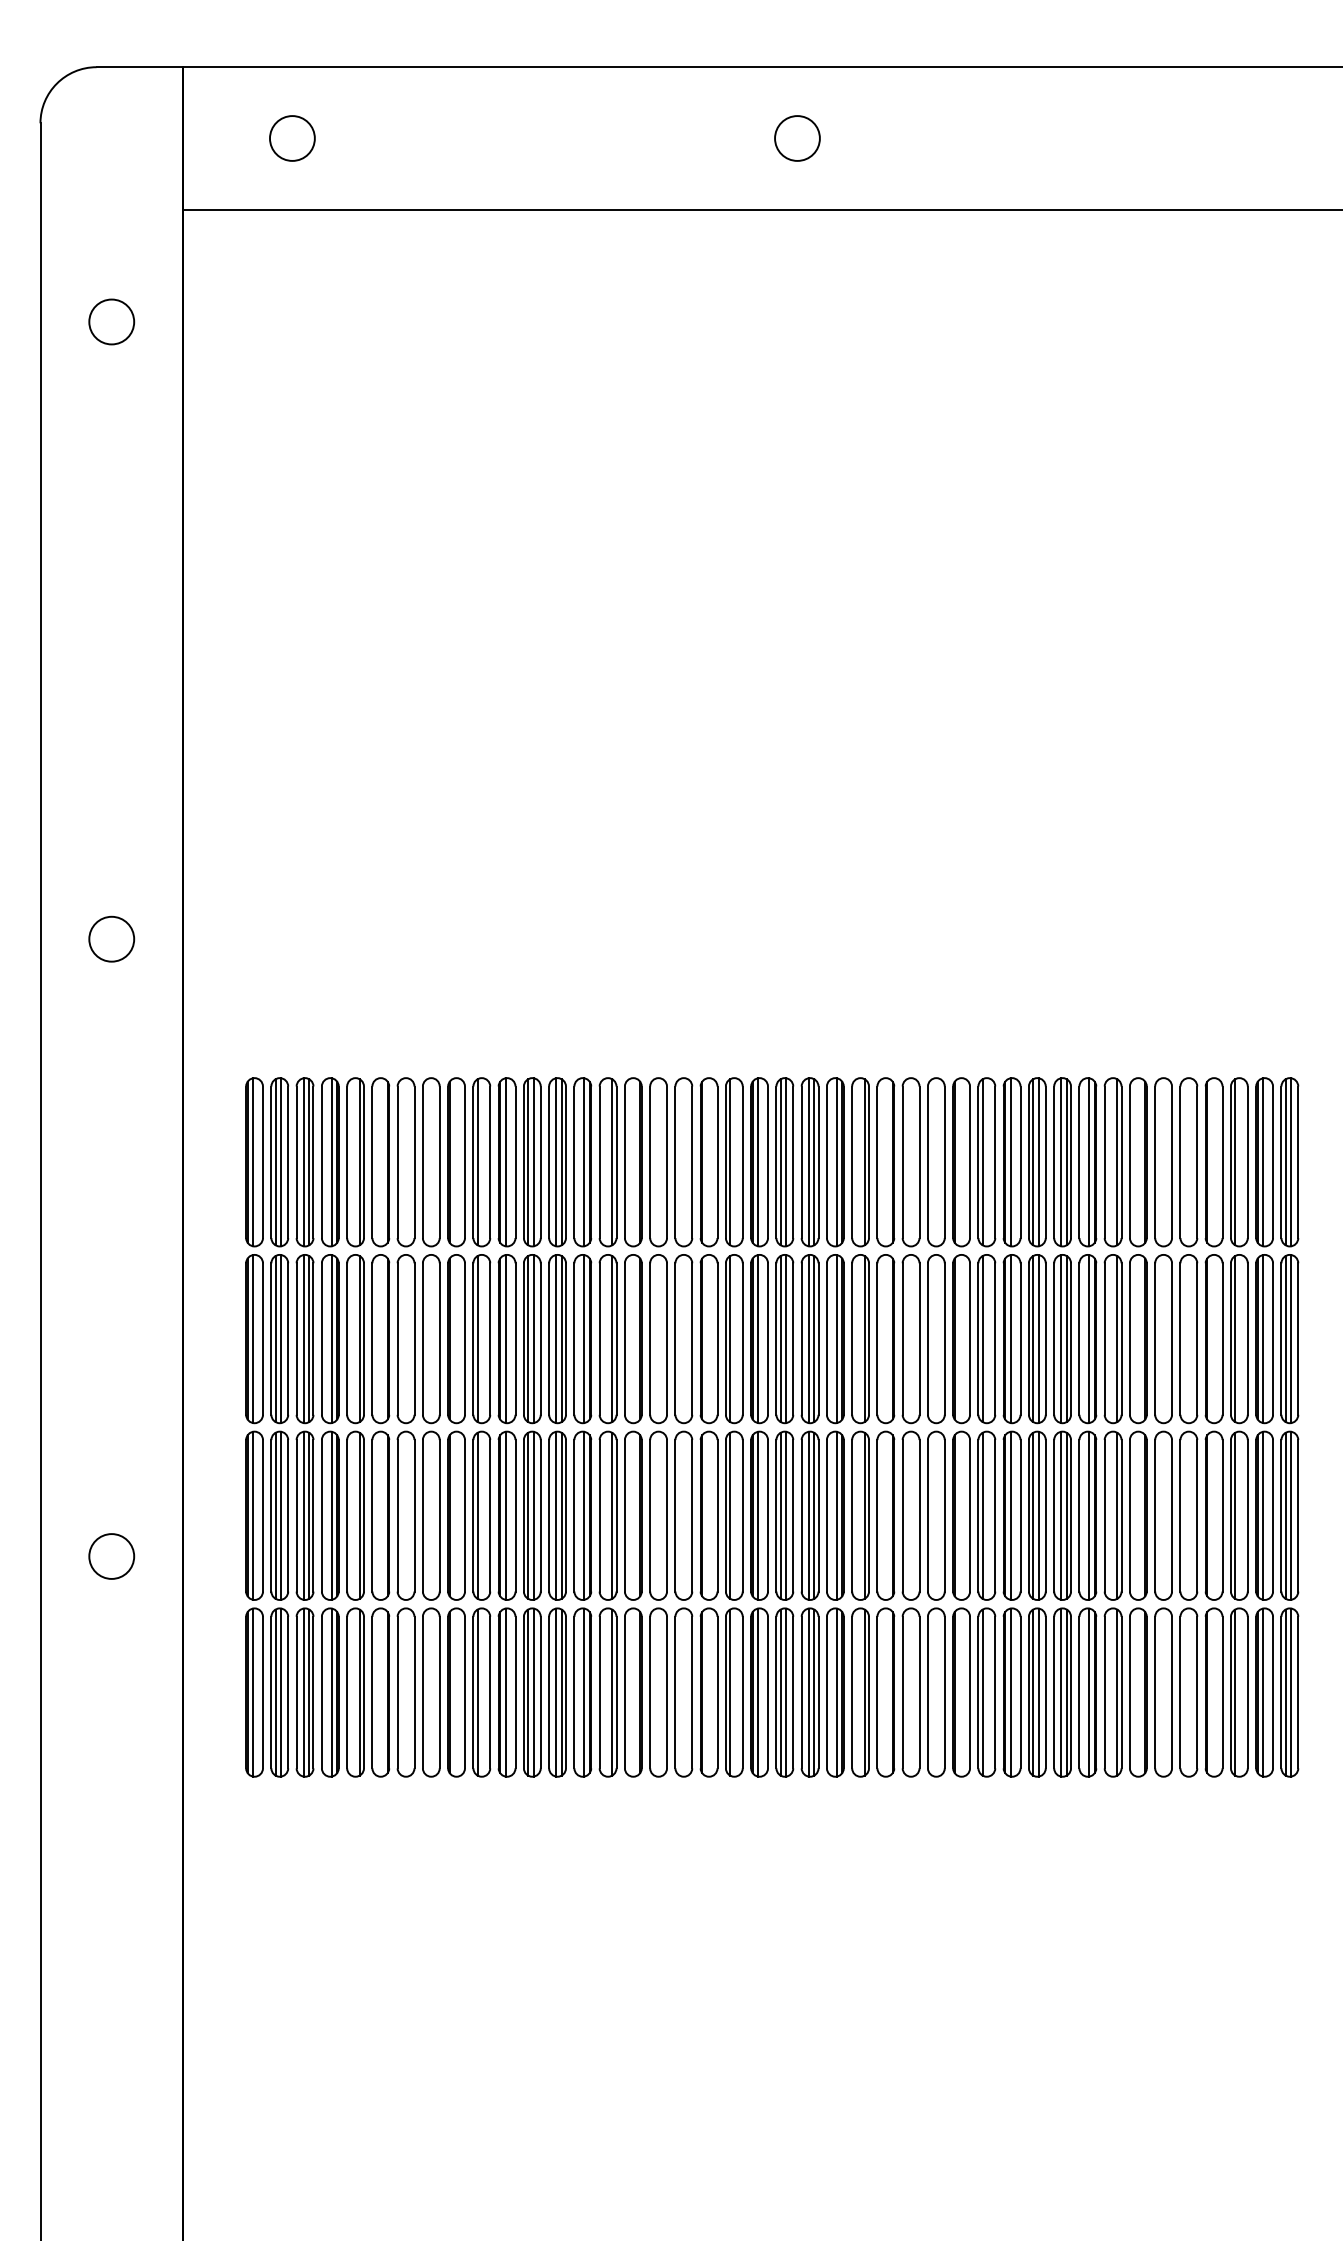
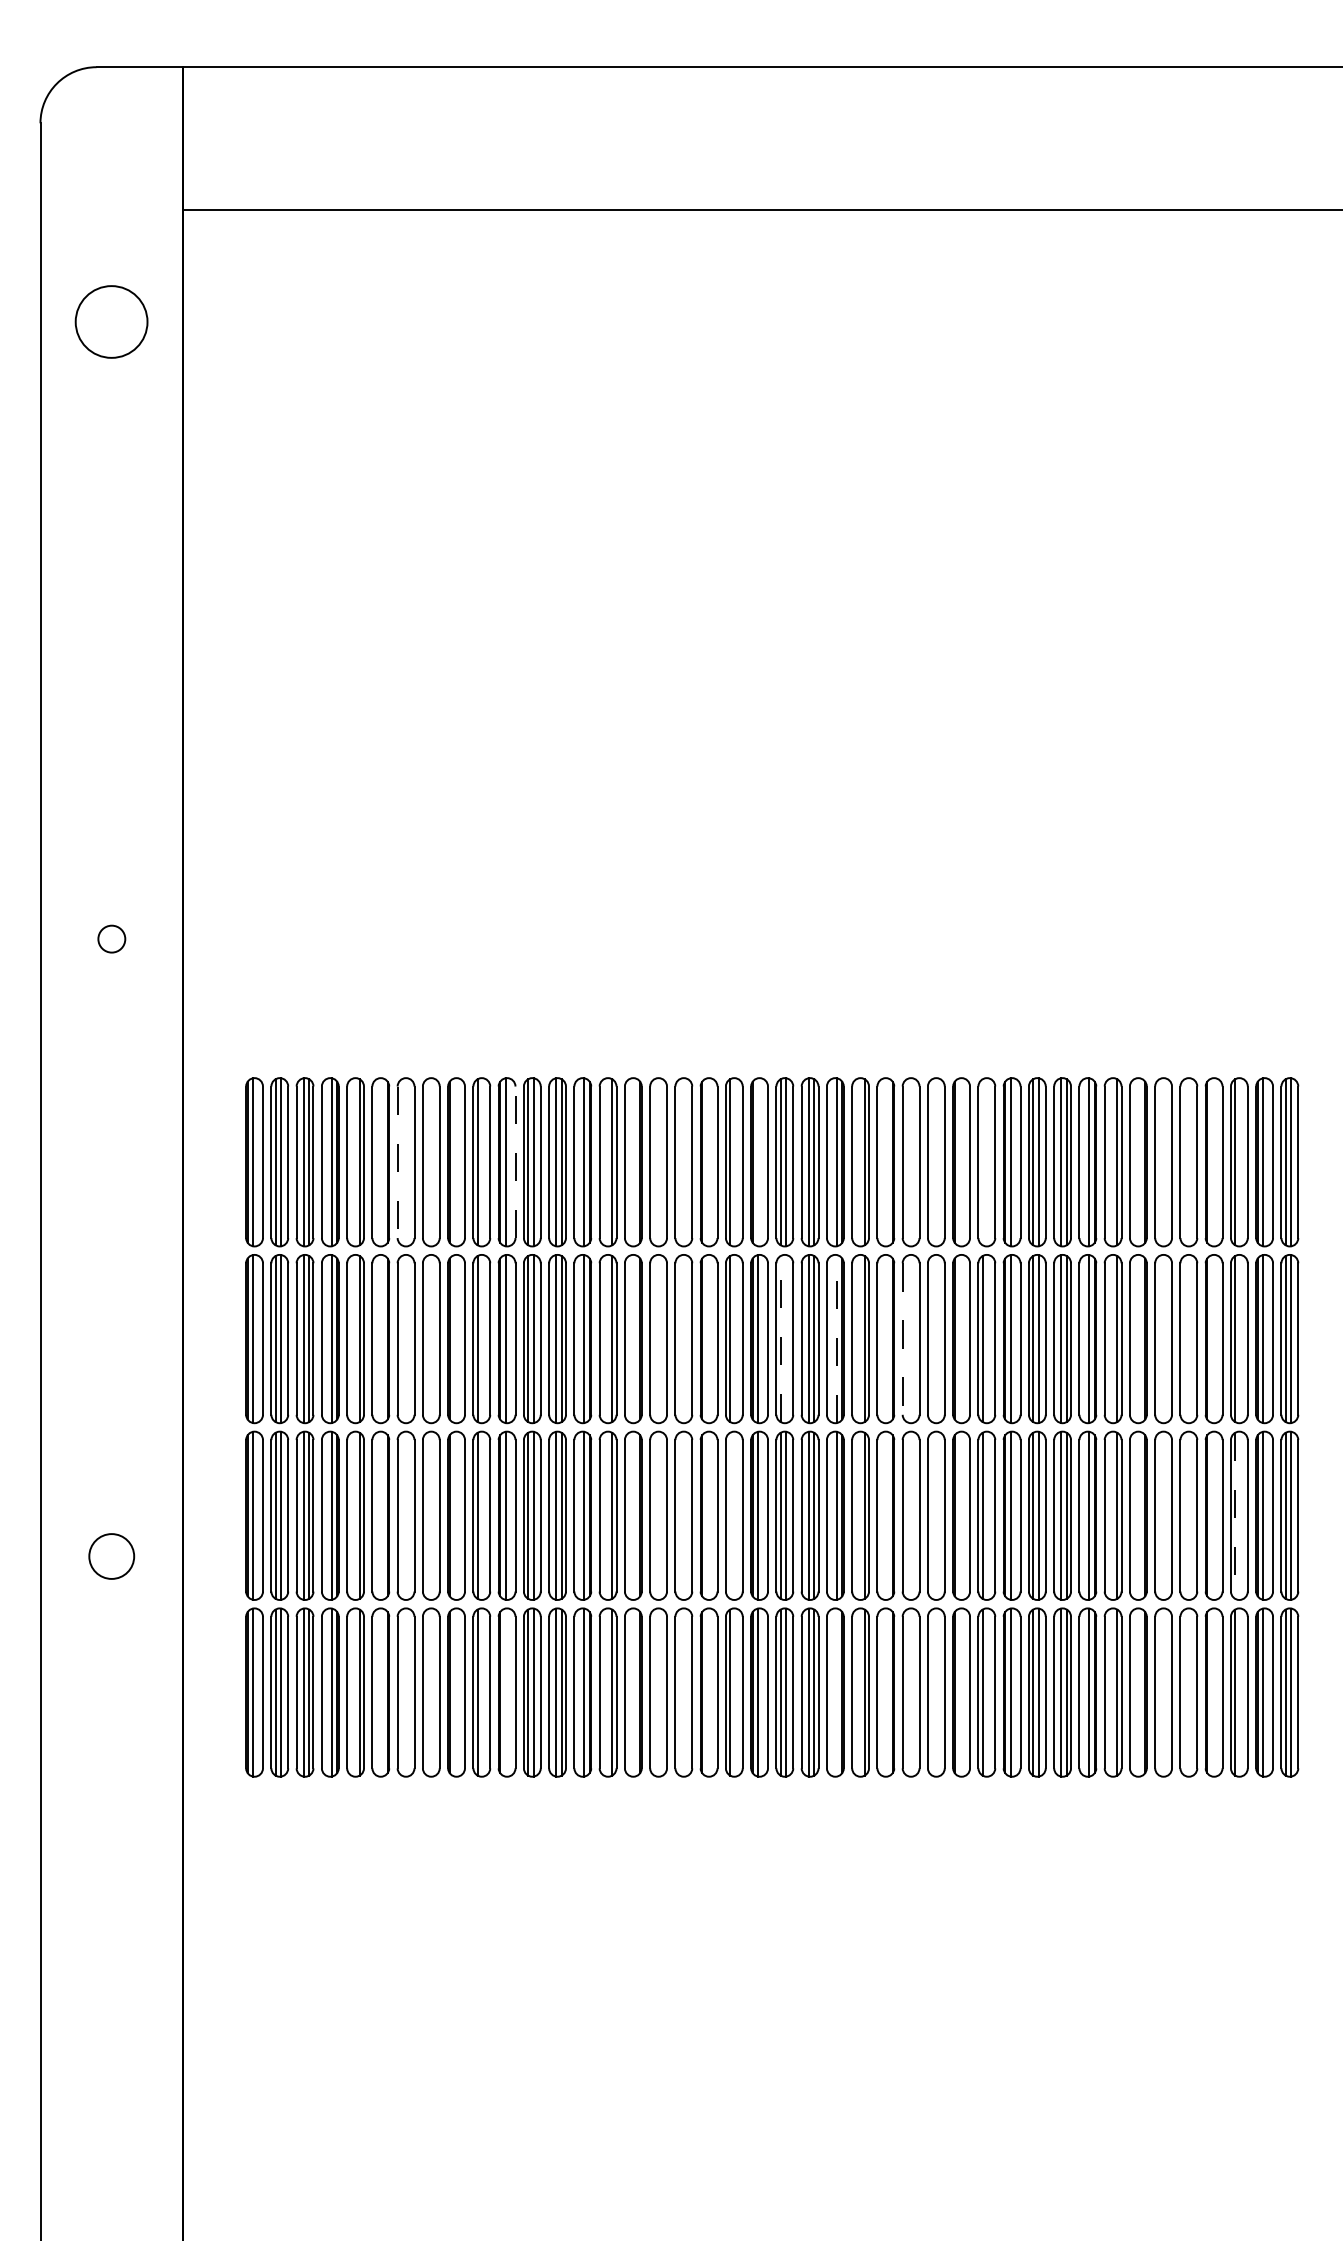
circle at (292, 138): present -> none
circle at (797, 138): present -> none
circle at (111, 321) size: 48x48 px -> 75x74 px
circle at (111, 938) size: 48x48 px -> 30x30 px
line at (397, 1162): solid -> dashed
line at (515, 1162): solid -> dashed
line at (758, 1162): present -> none
line at (982, 1162): present -> none
line at (780, 1338): solid -> dashed
line at (836, 1338): solid -> dashed
line at (786, 1339): present -> none
line at (902, 1339): solid -> dashed
line at (730, 1515): present -> none
line at (1235, 1516): solid -> dashed
line at (505, 1692): present -> none
line at (836, 1692): present -> none
